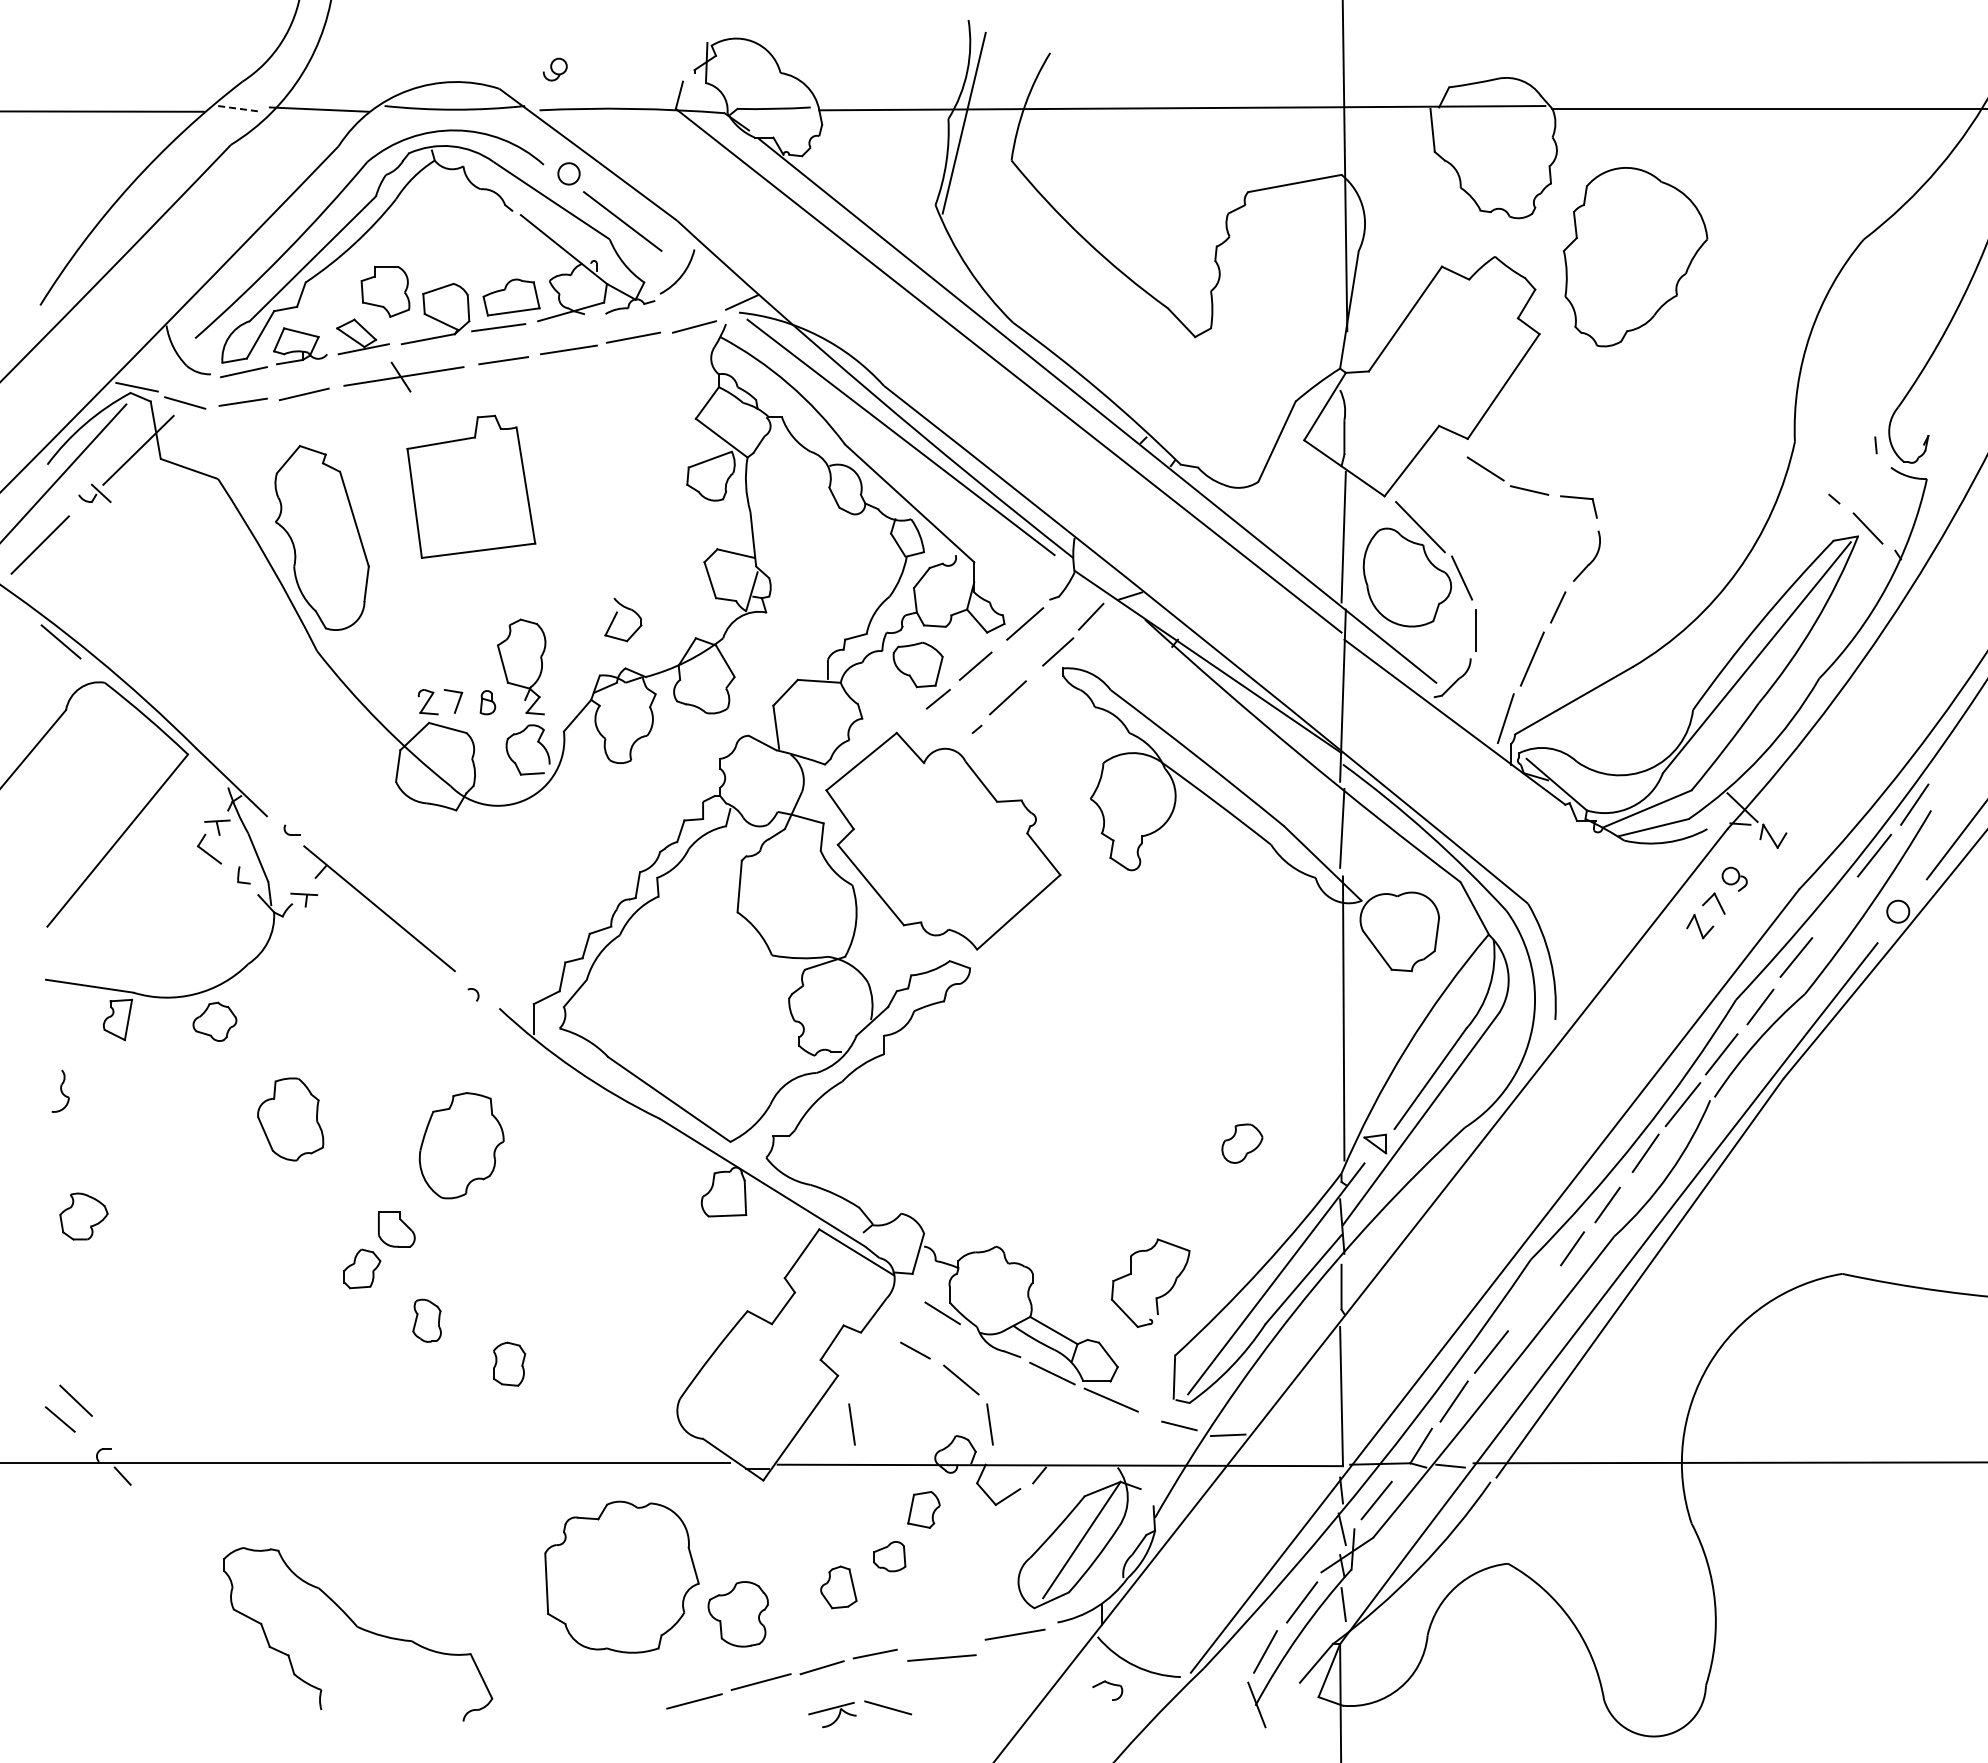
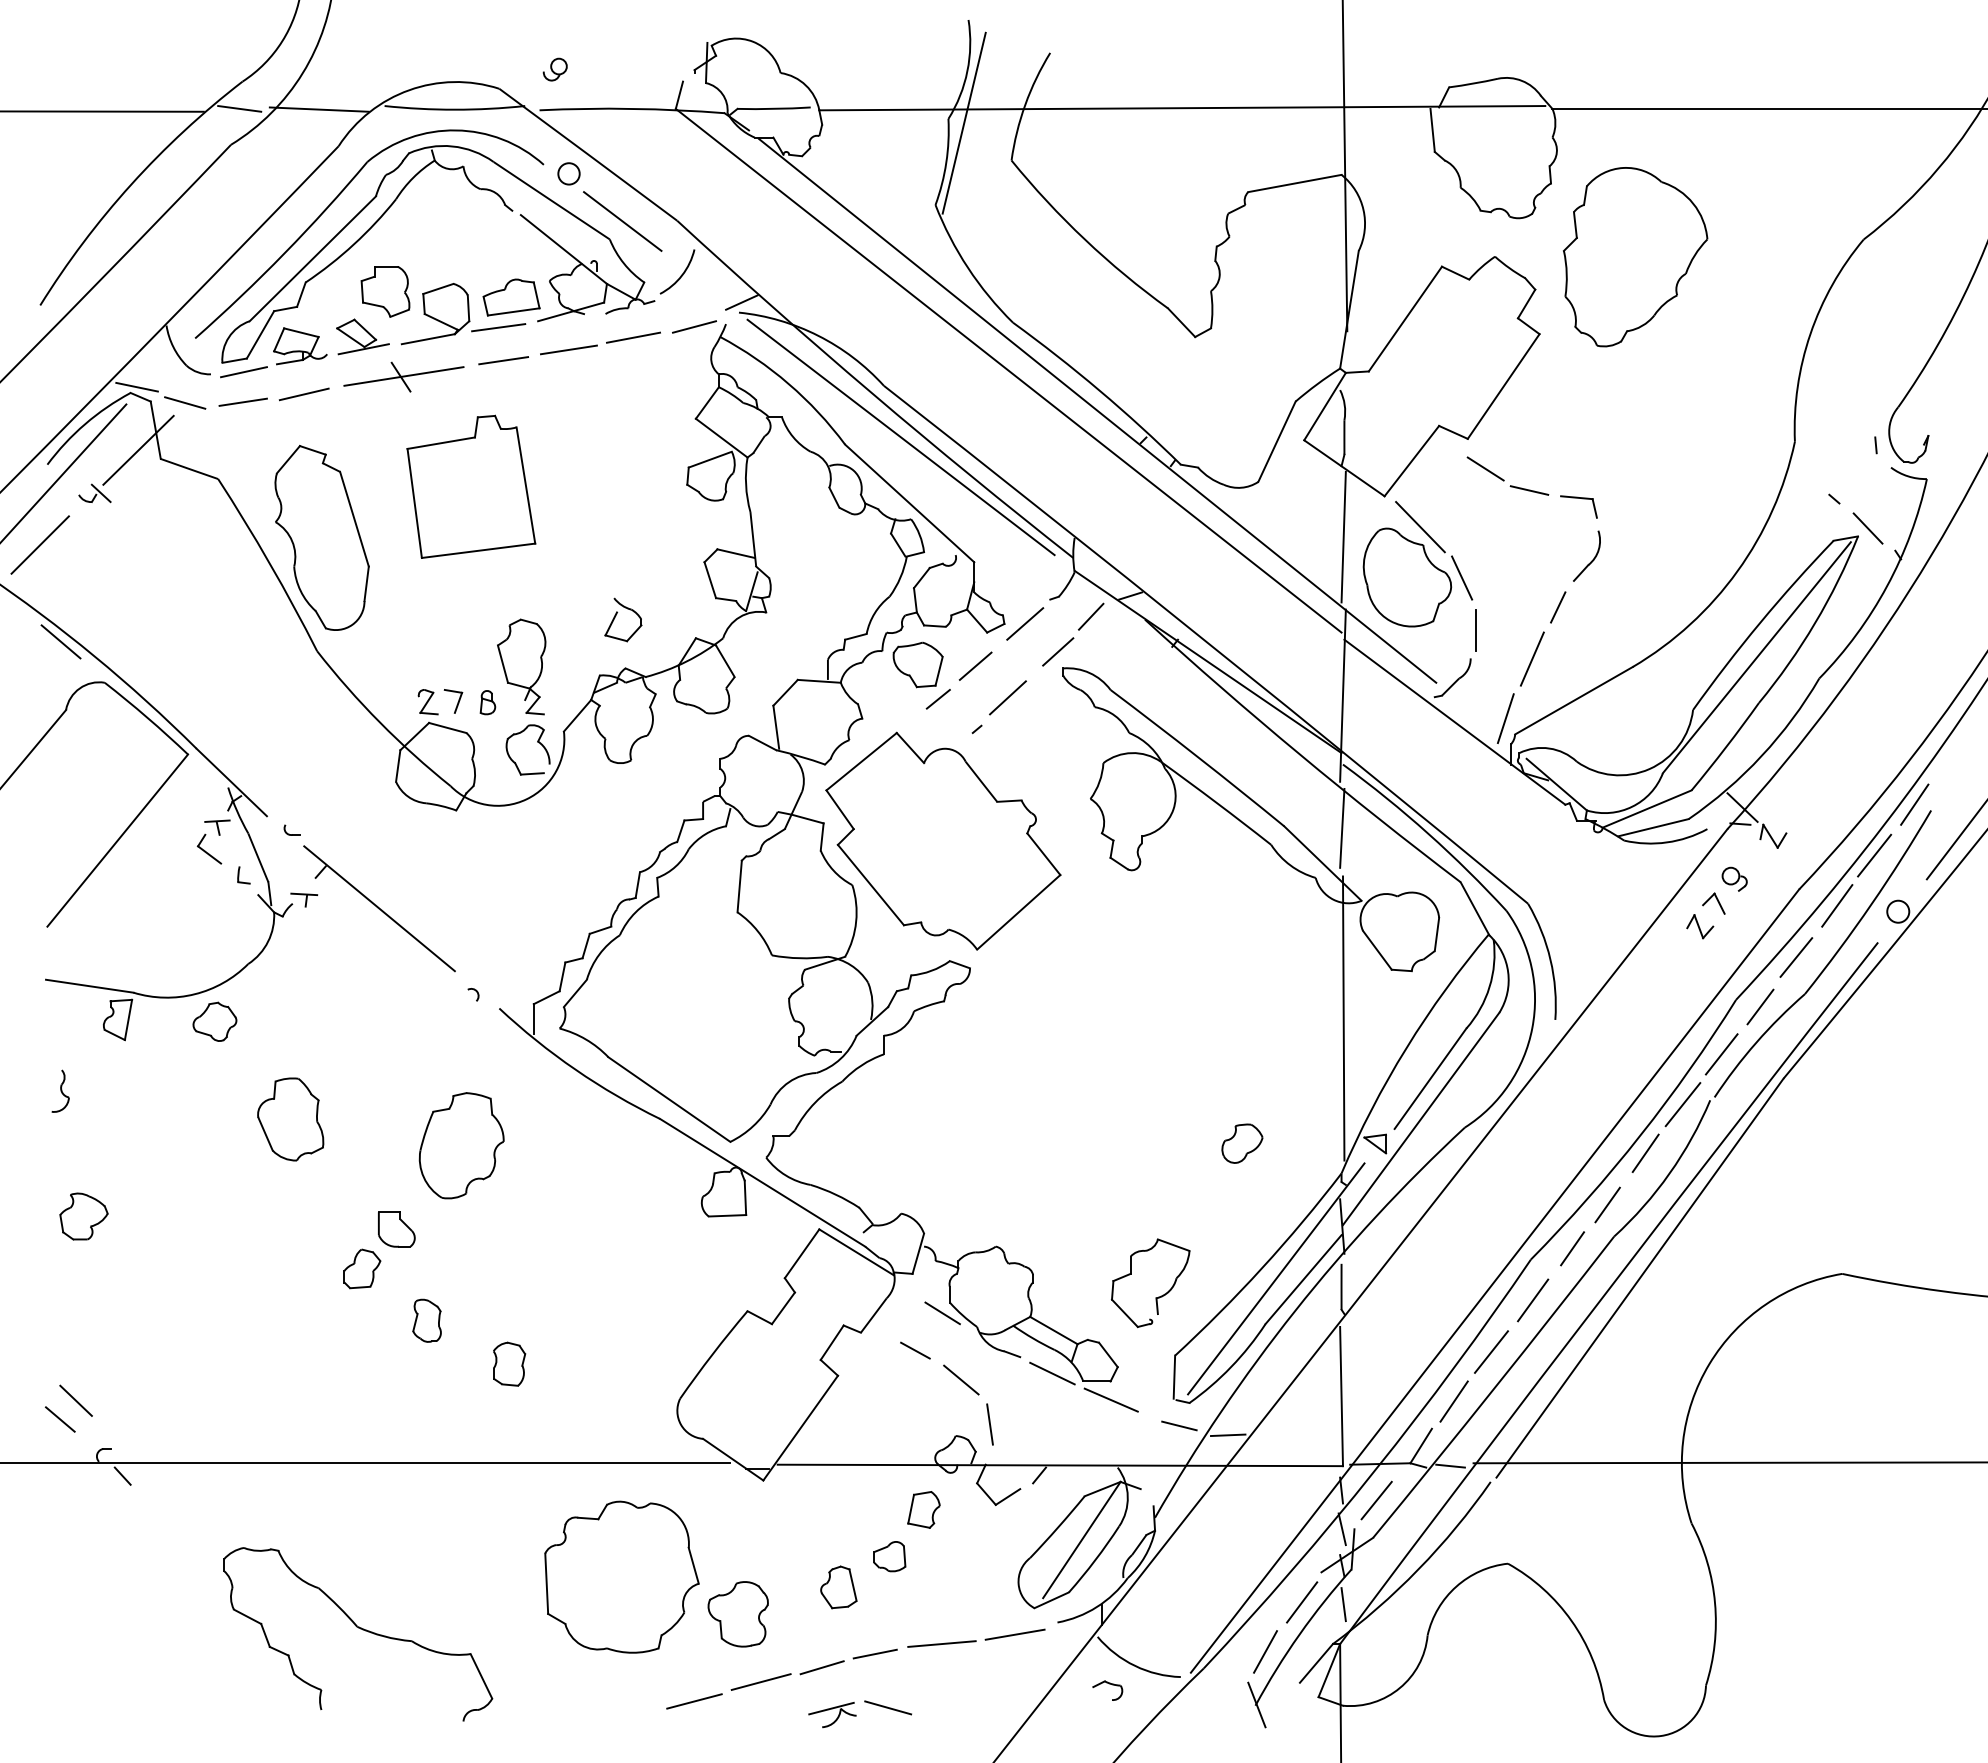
line at (239, 108): dashed -> solid
line at (1837, 905): none -> present
line at (1533, 1300): none -> present
line at (851, 1424): present -> none
line at (941, 1657) position: (941, 1657) -> (941, 1643)
